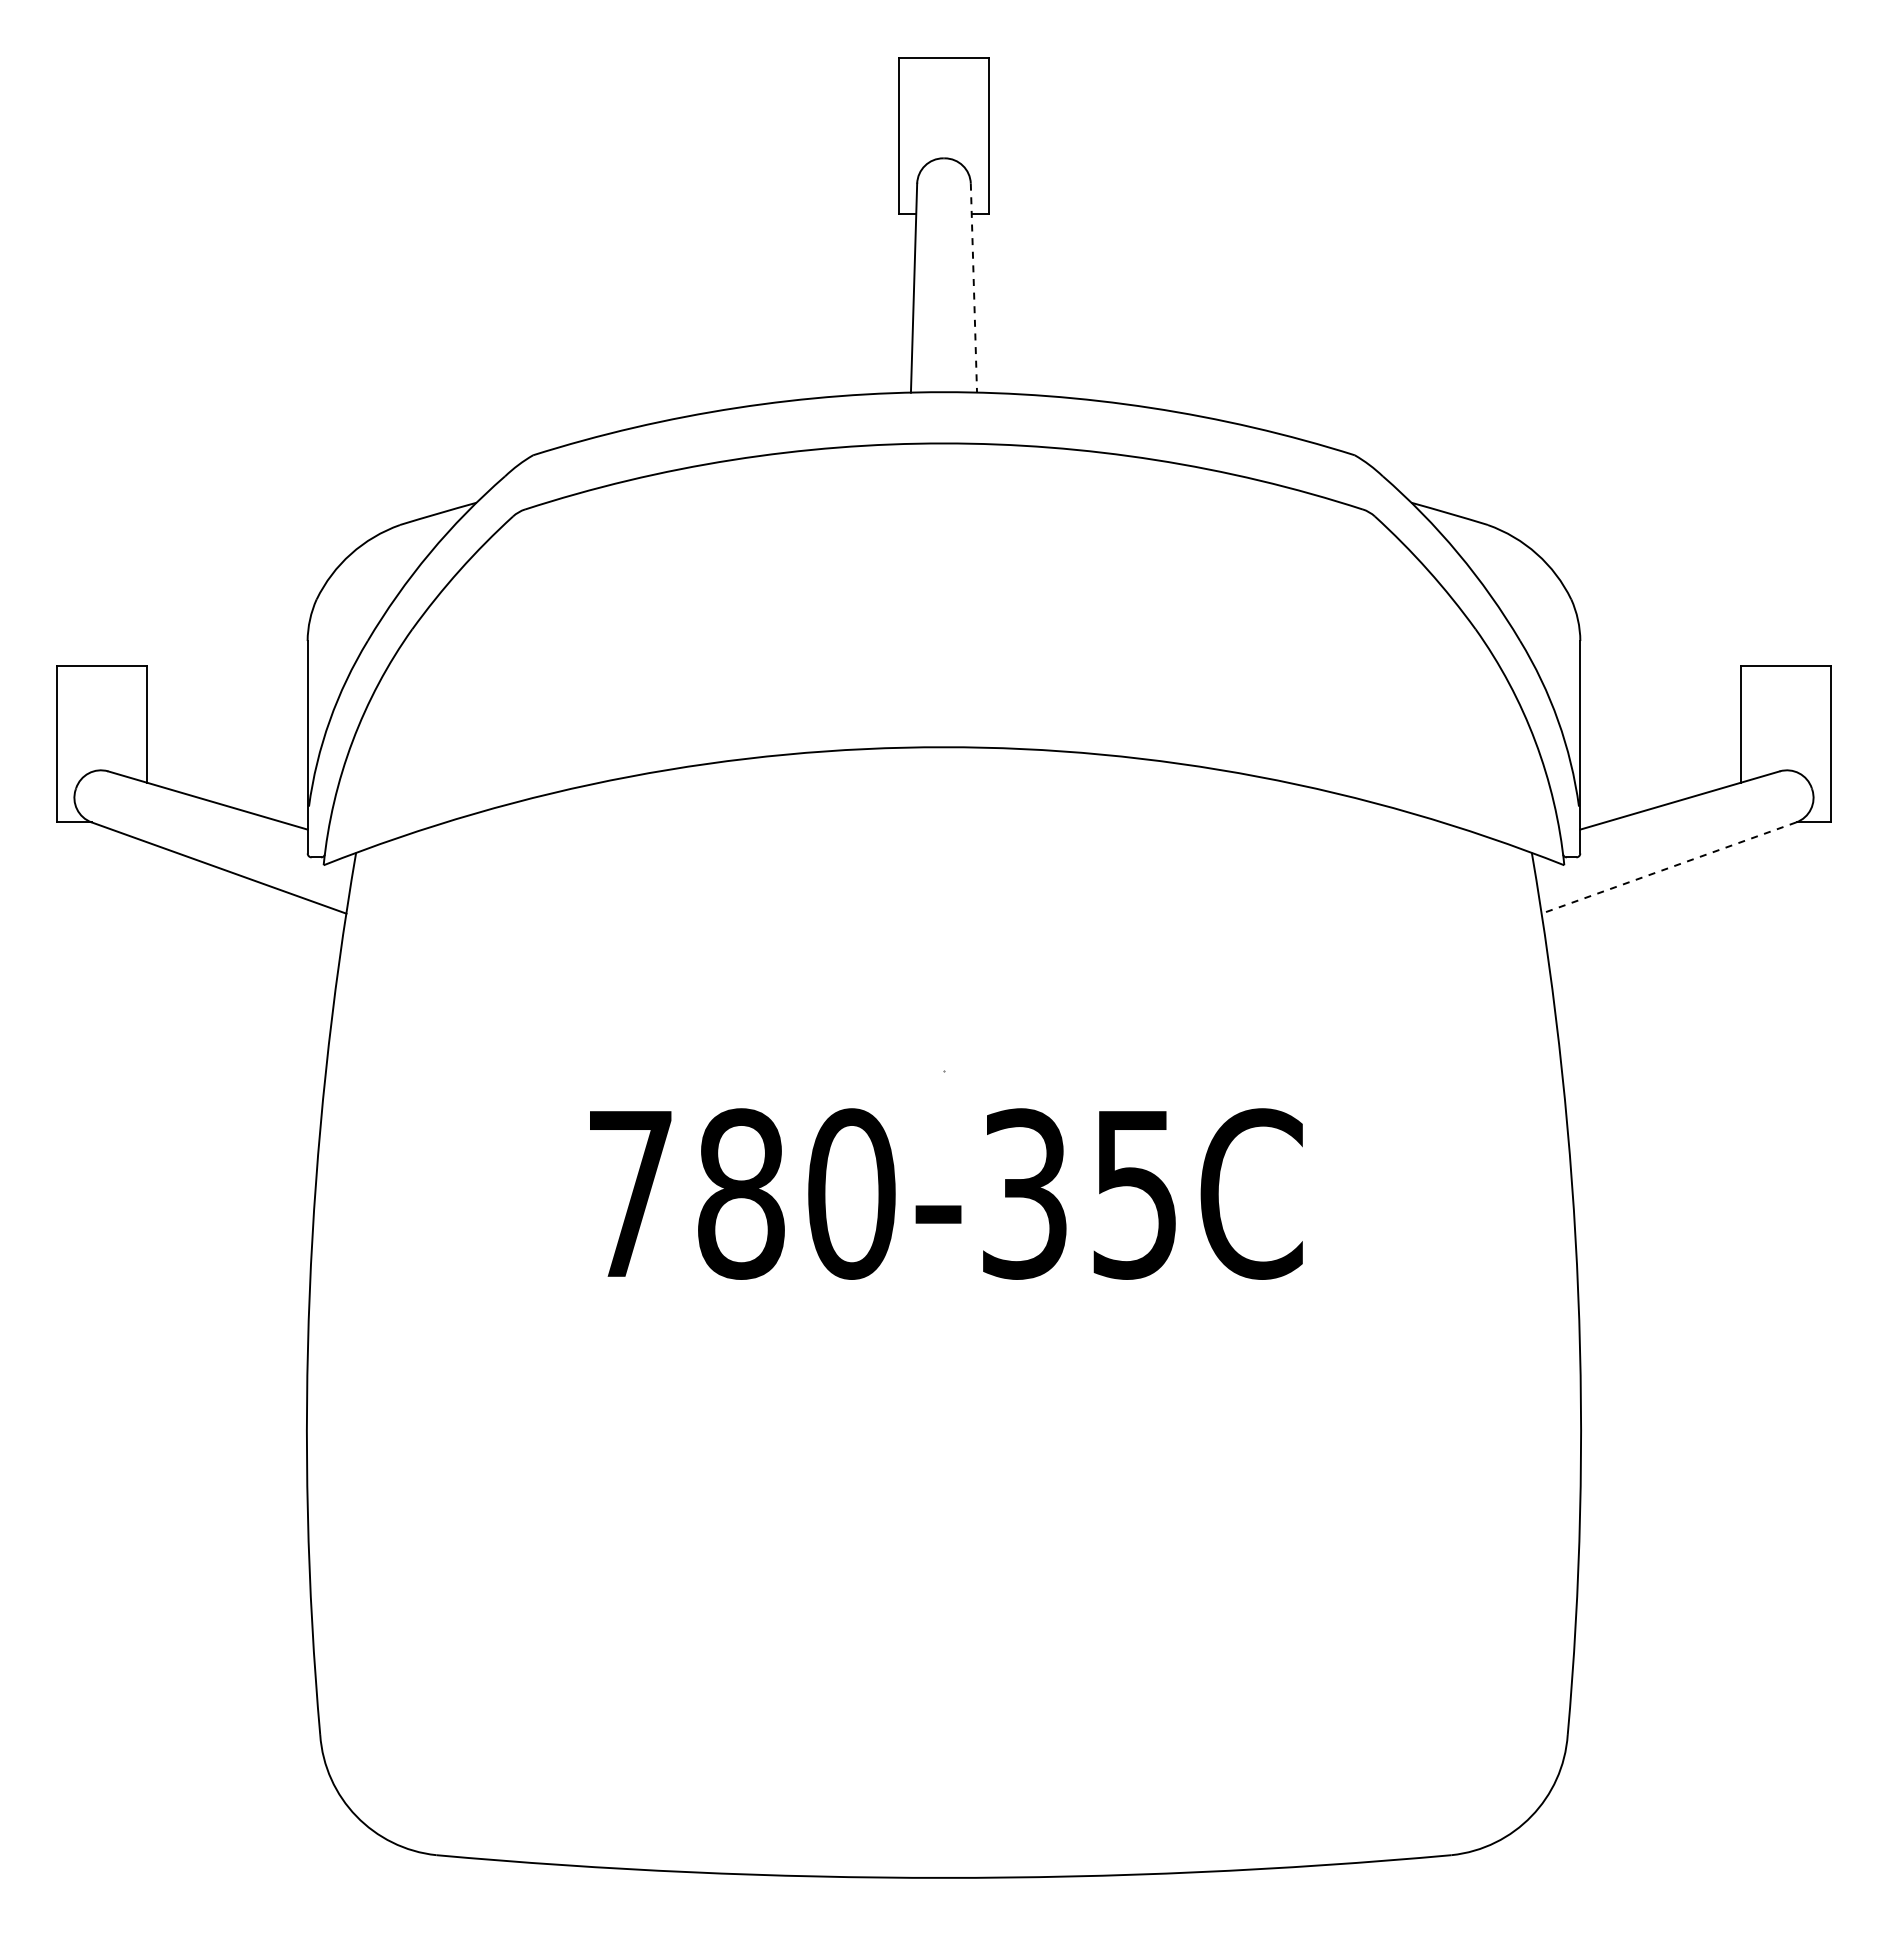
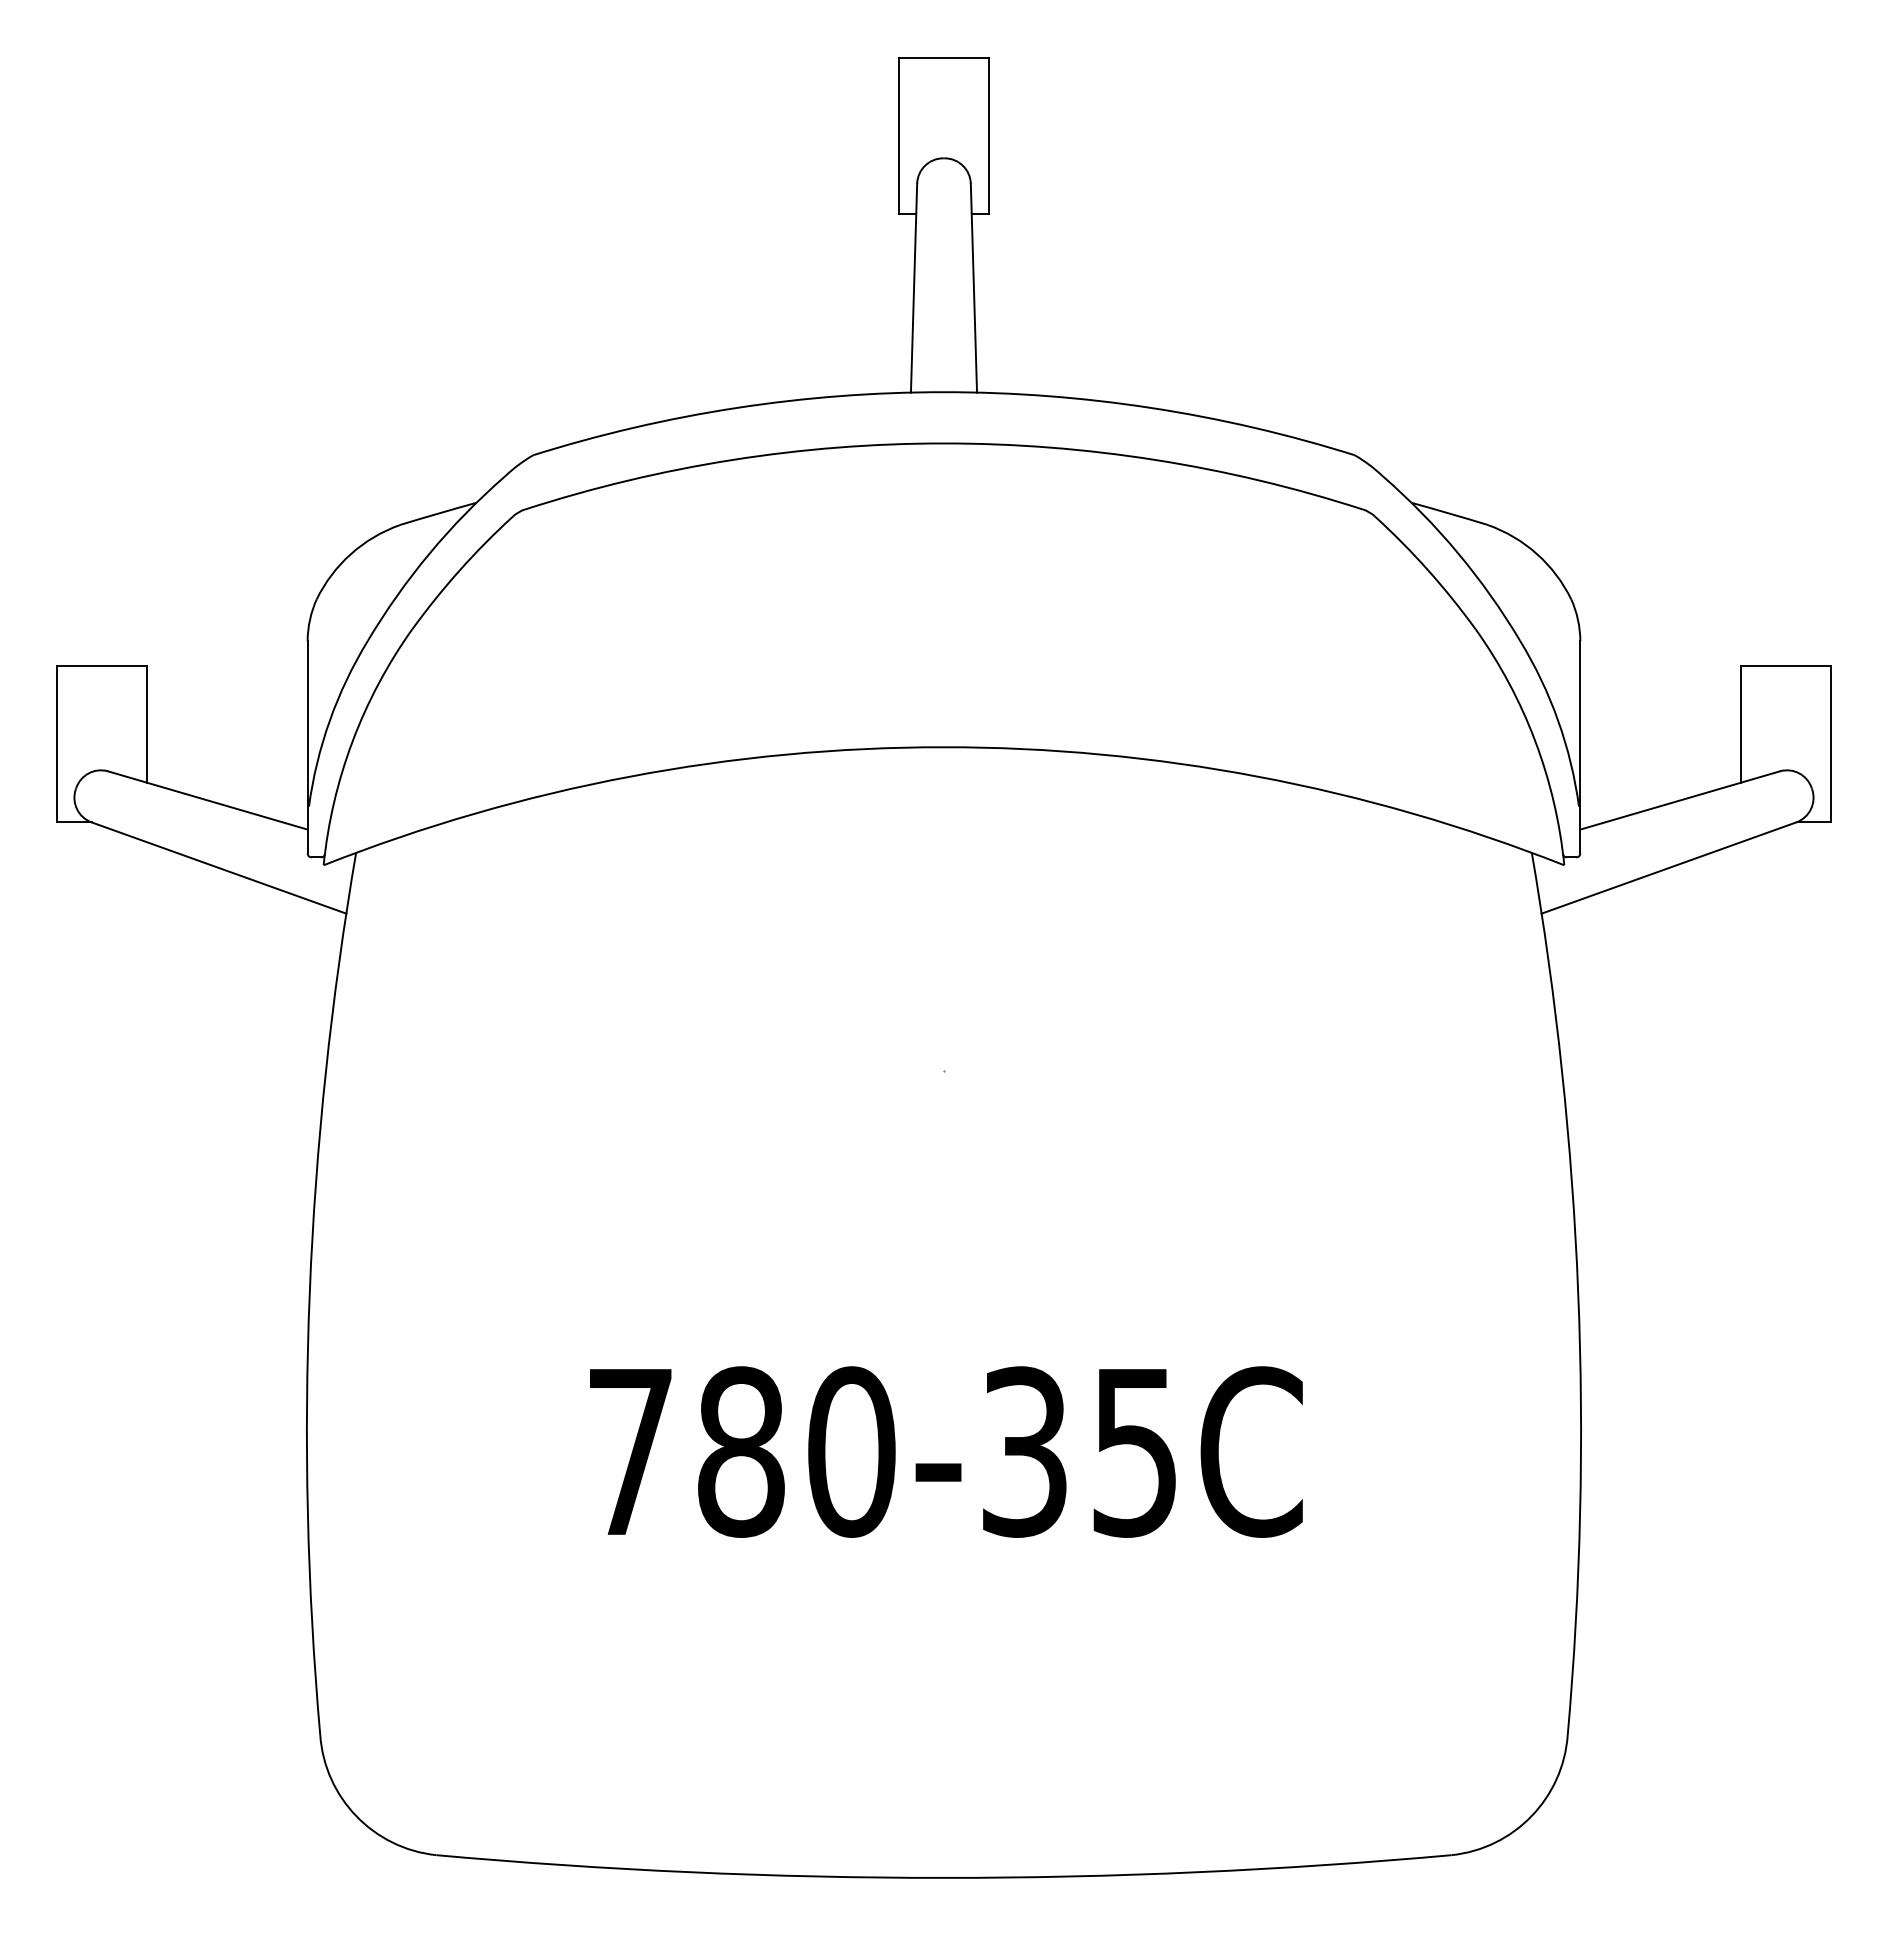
line at (973, 288): dashed -> solid
line at (1668, 868): dashed -> solid
text at (946, 1193) position: (946, 1193) -> (946, 1451)
